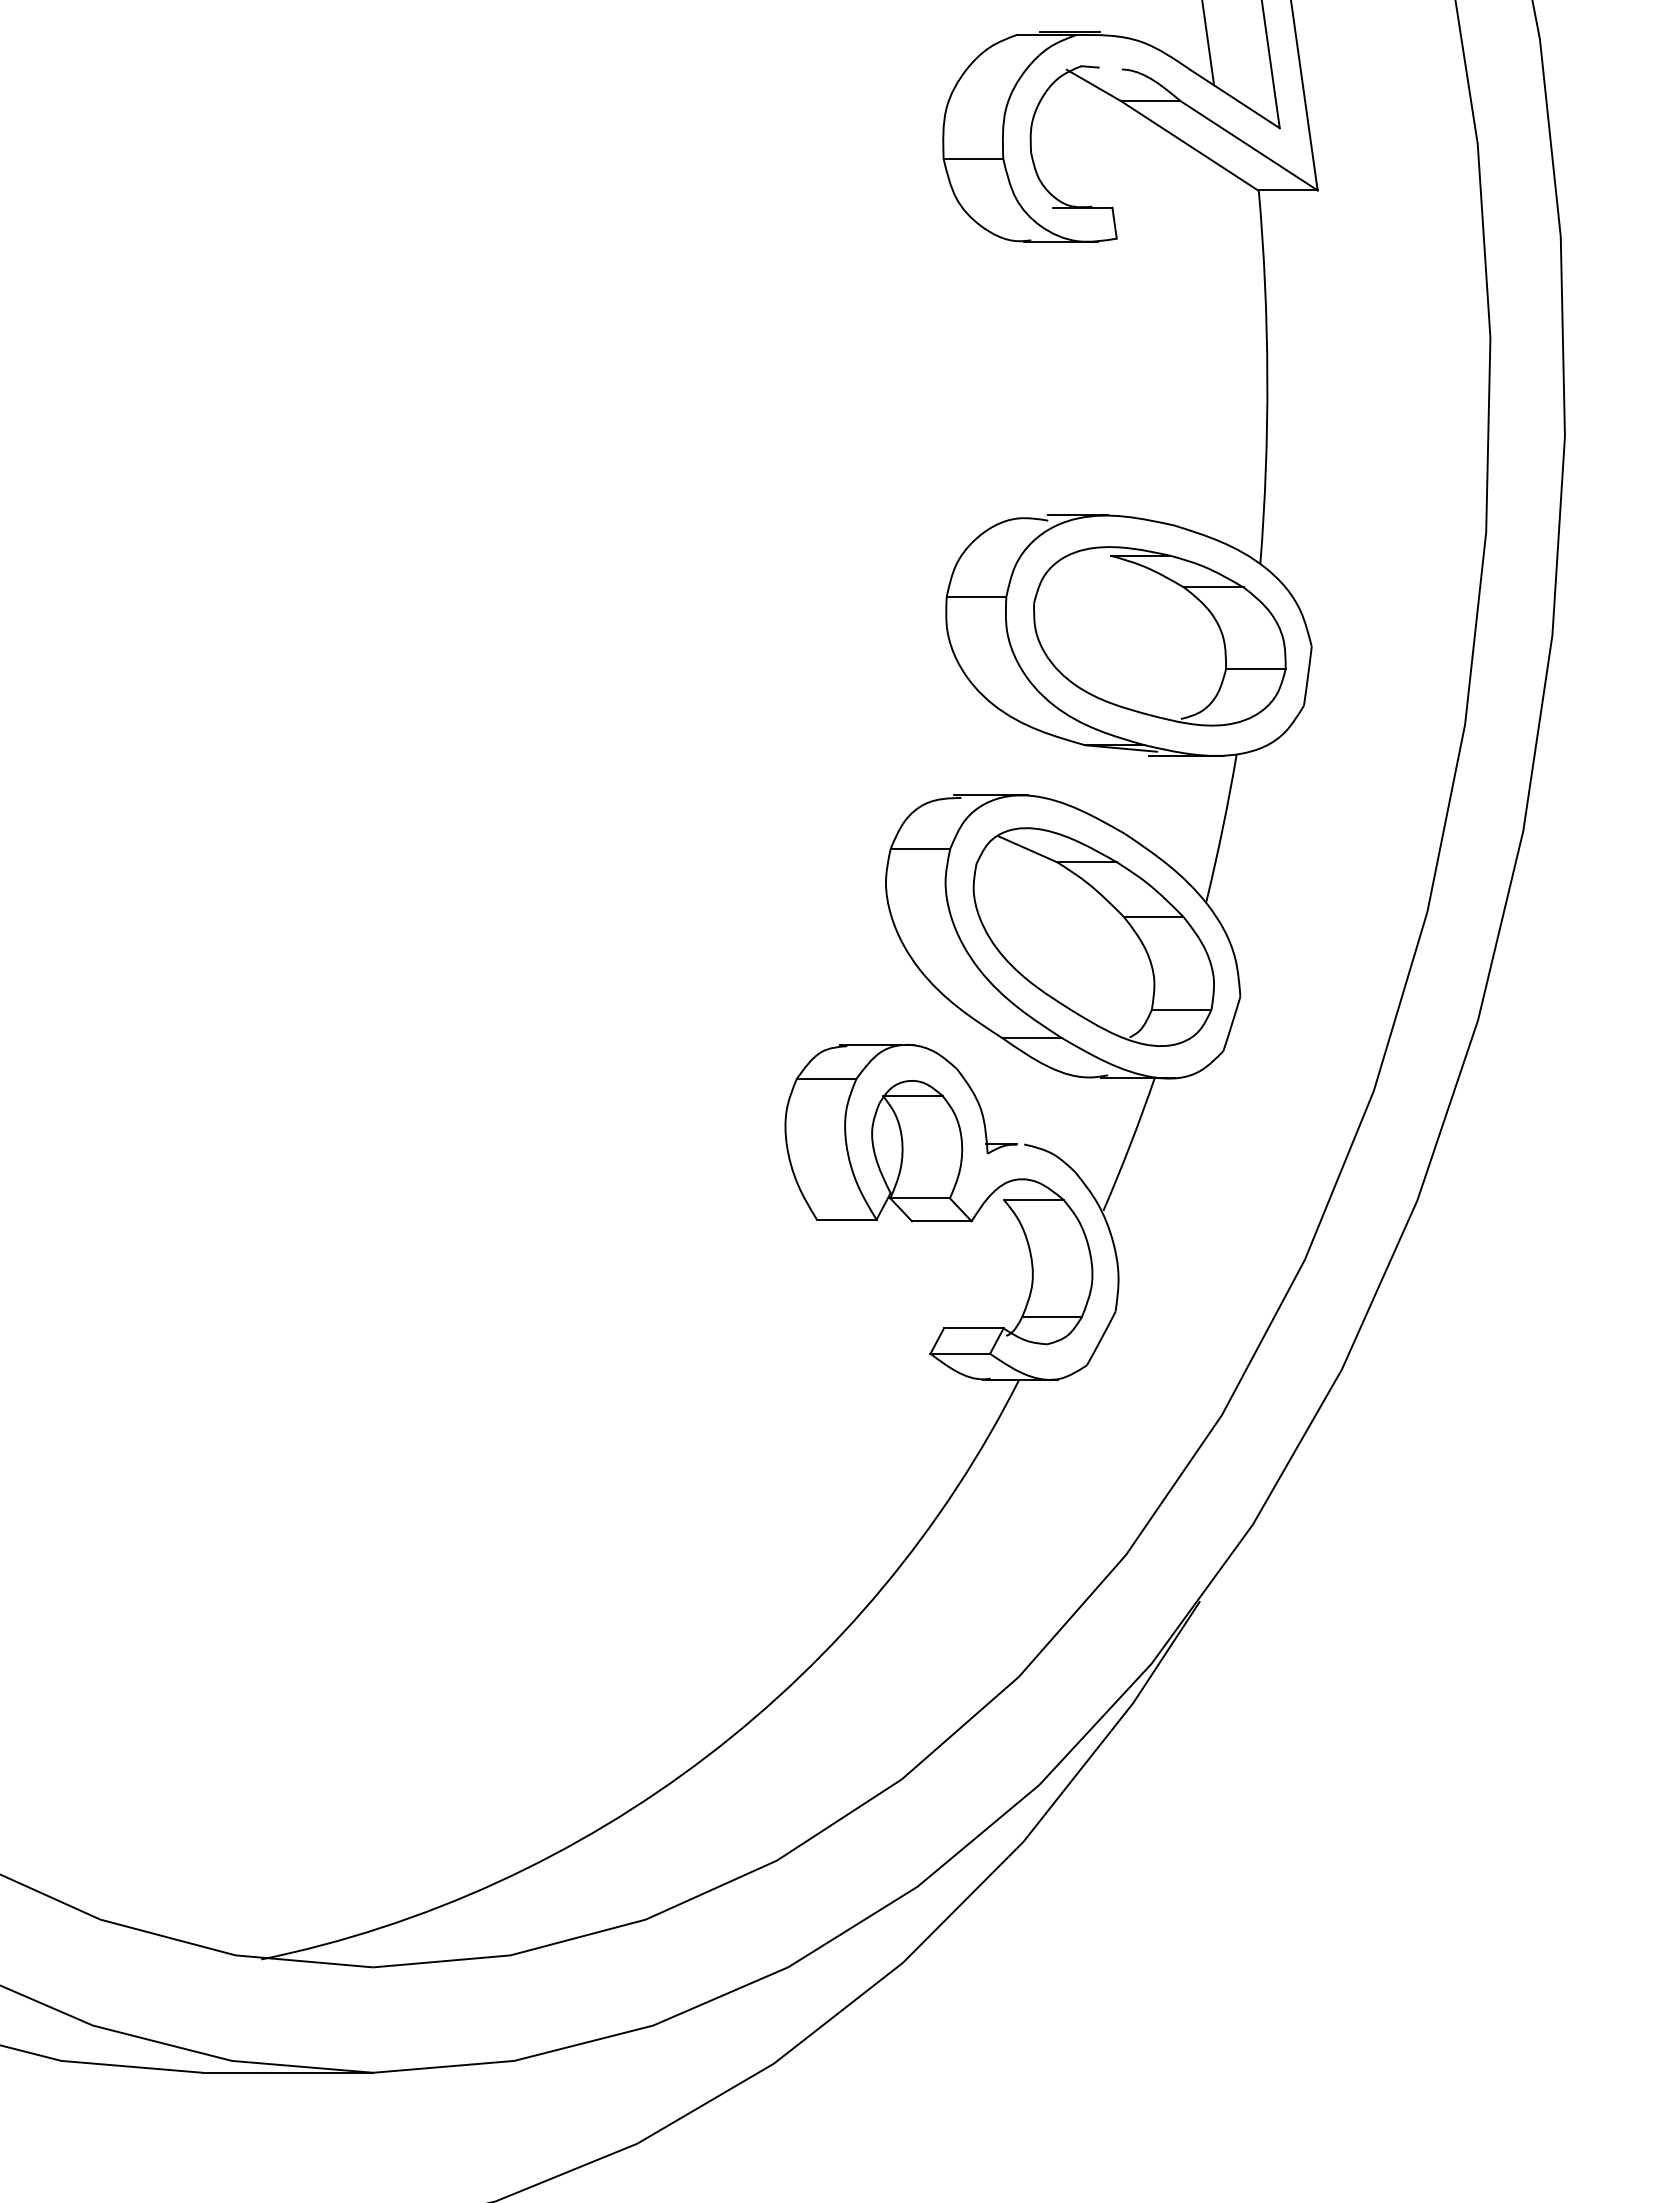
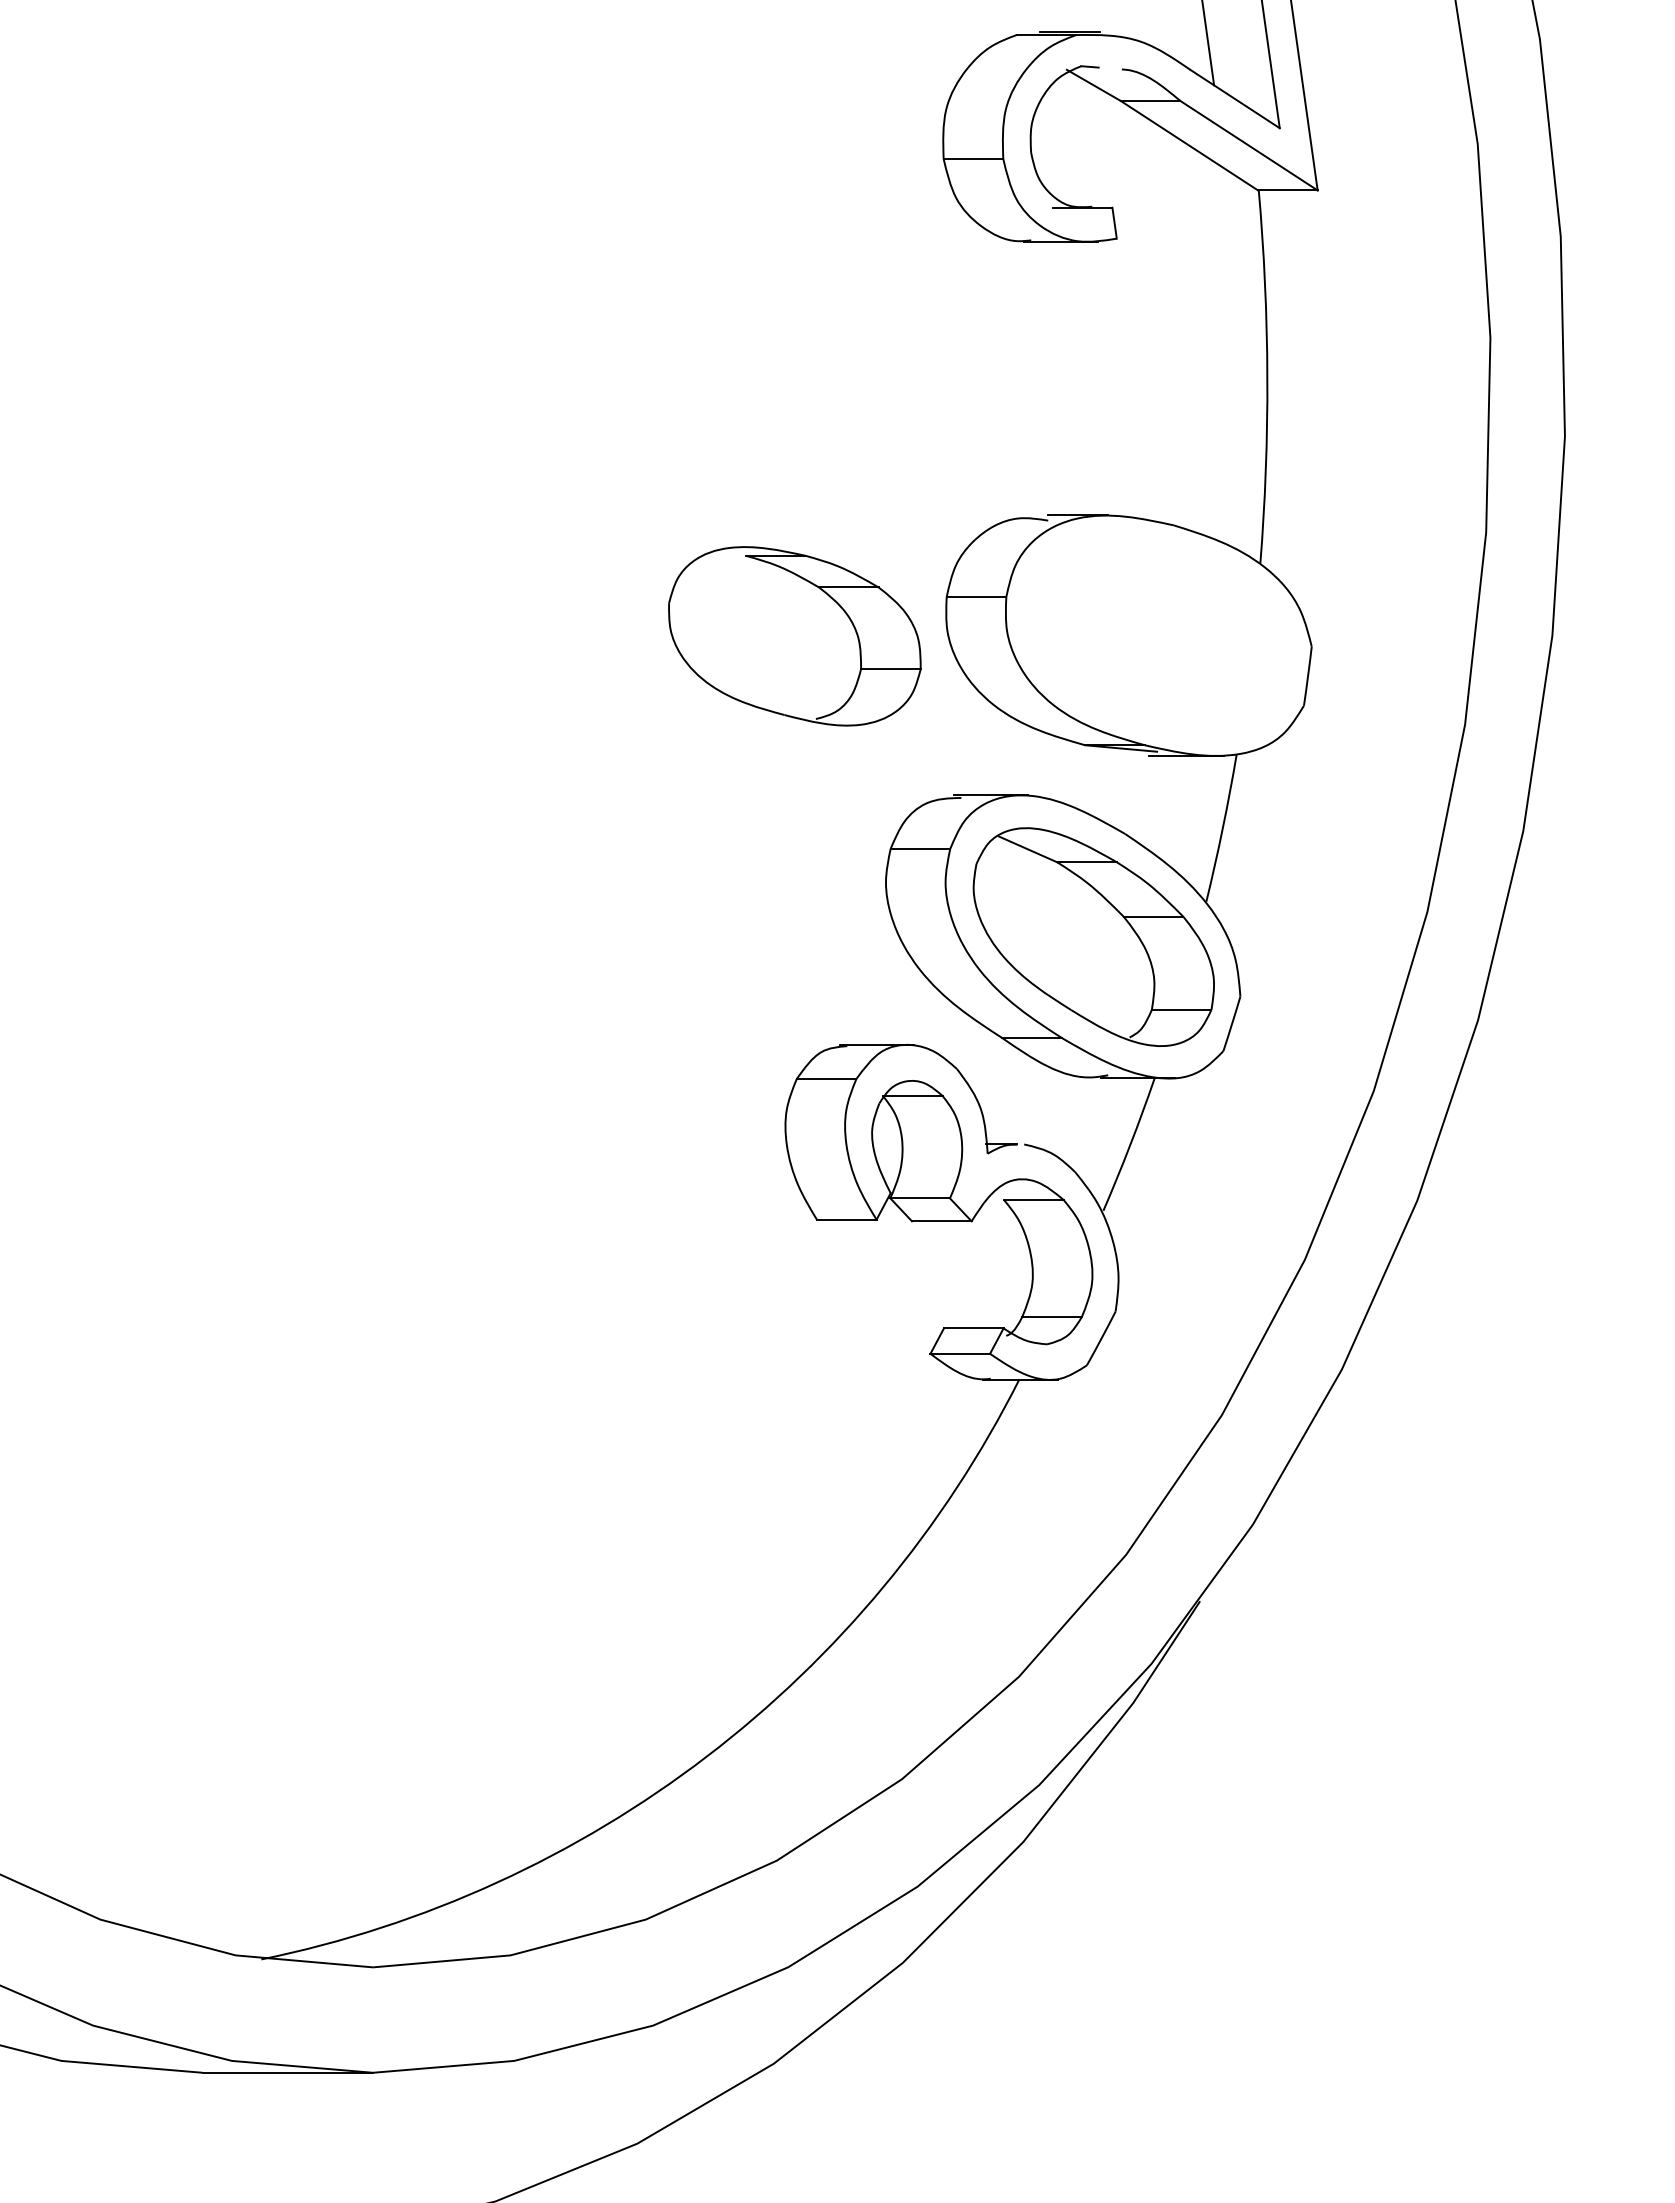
part at (1159, 636) position: (1159, 636) -> (794, 636)
